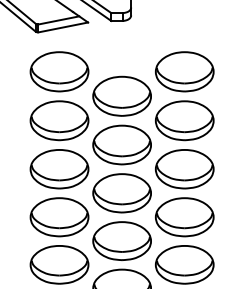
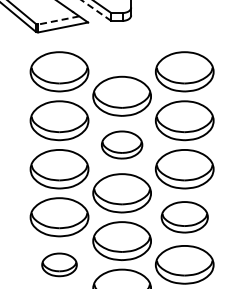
line at (95, 10): solid -> dashed
line at (58, 20): solid -> dashed
part at (121, 144) size: 60x42 px -> 43x30 px
part at (184, 217) size: 60x41 px -> 49x33 px
part at (59, 264) size: 61x40 px -> 37x26 px
